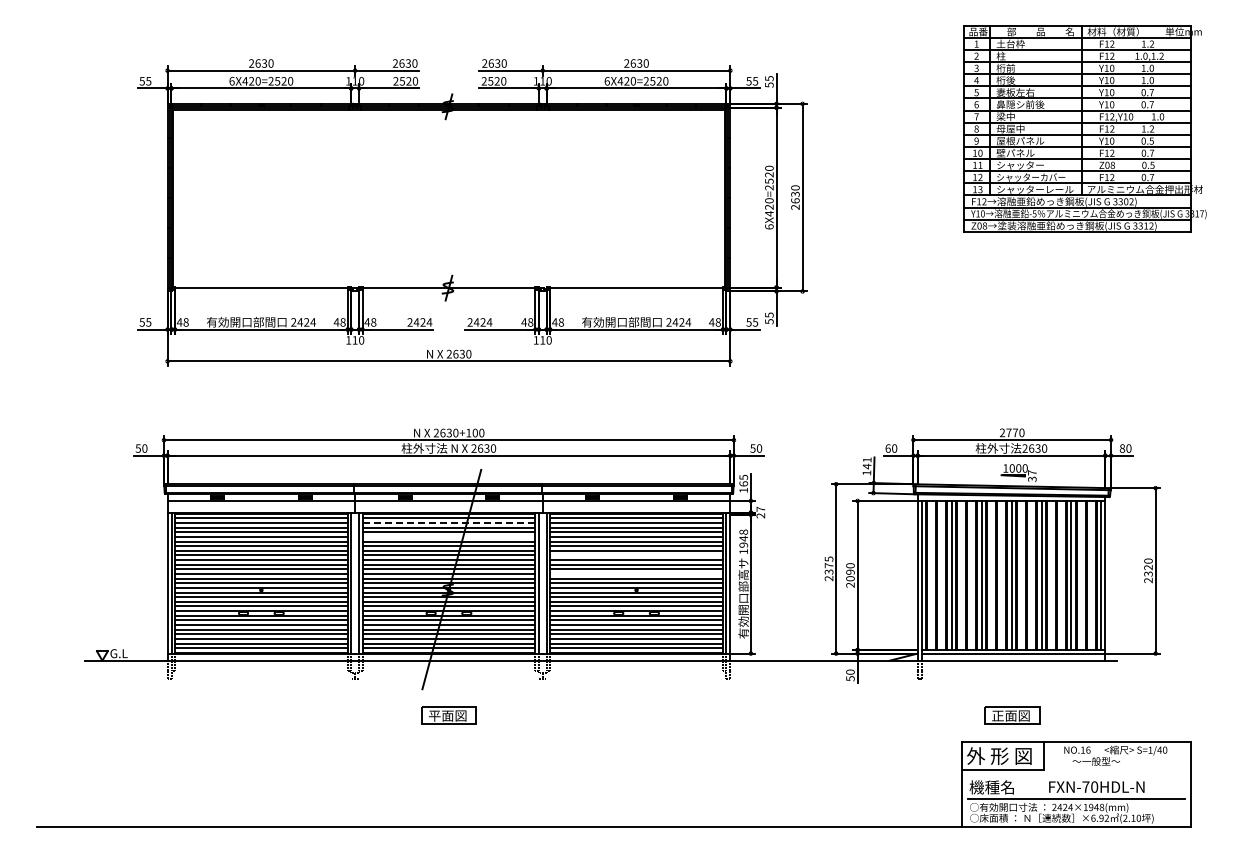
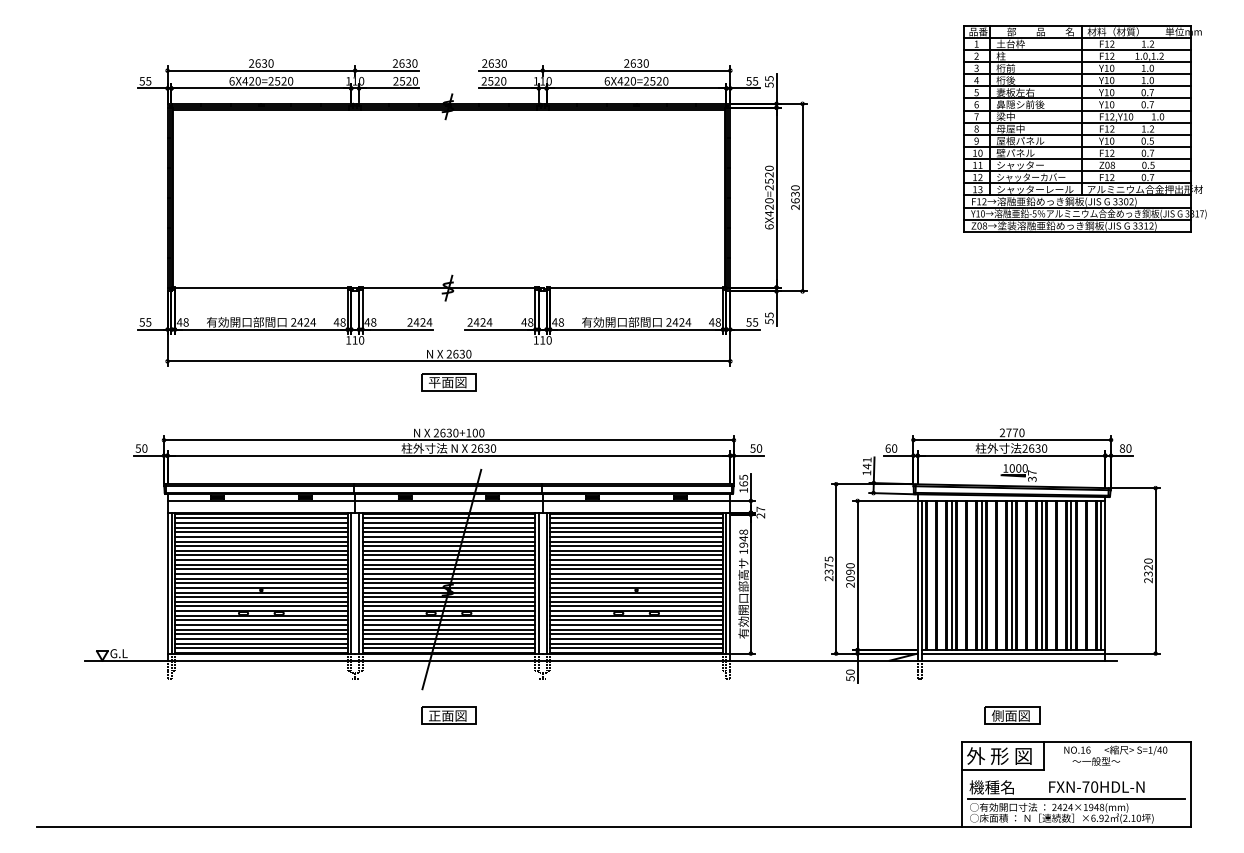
part at (448, 382): none -> present
line at (449, 523): dashed -> solid
line at (448, 536): none -> present
line at (636, 555): none -> present
line at (636, 574): none -> present
text at (997, 715): 正面図 -> 側面図
text at (434, 716): 平面図 -> 正面図
